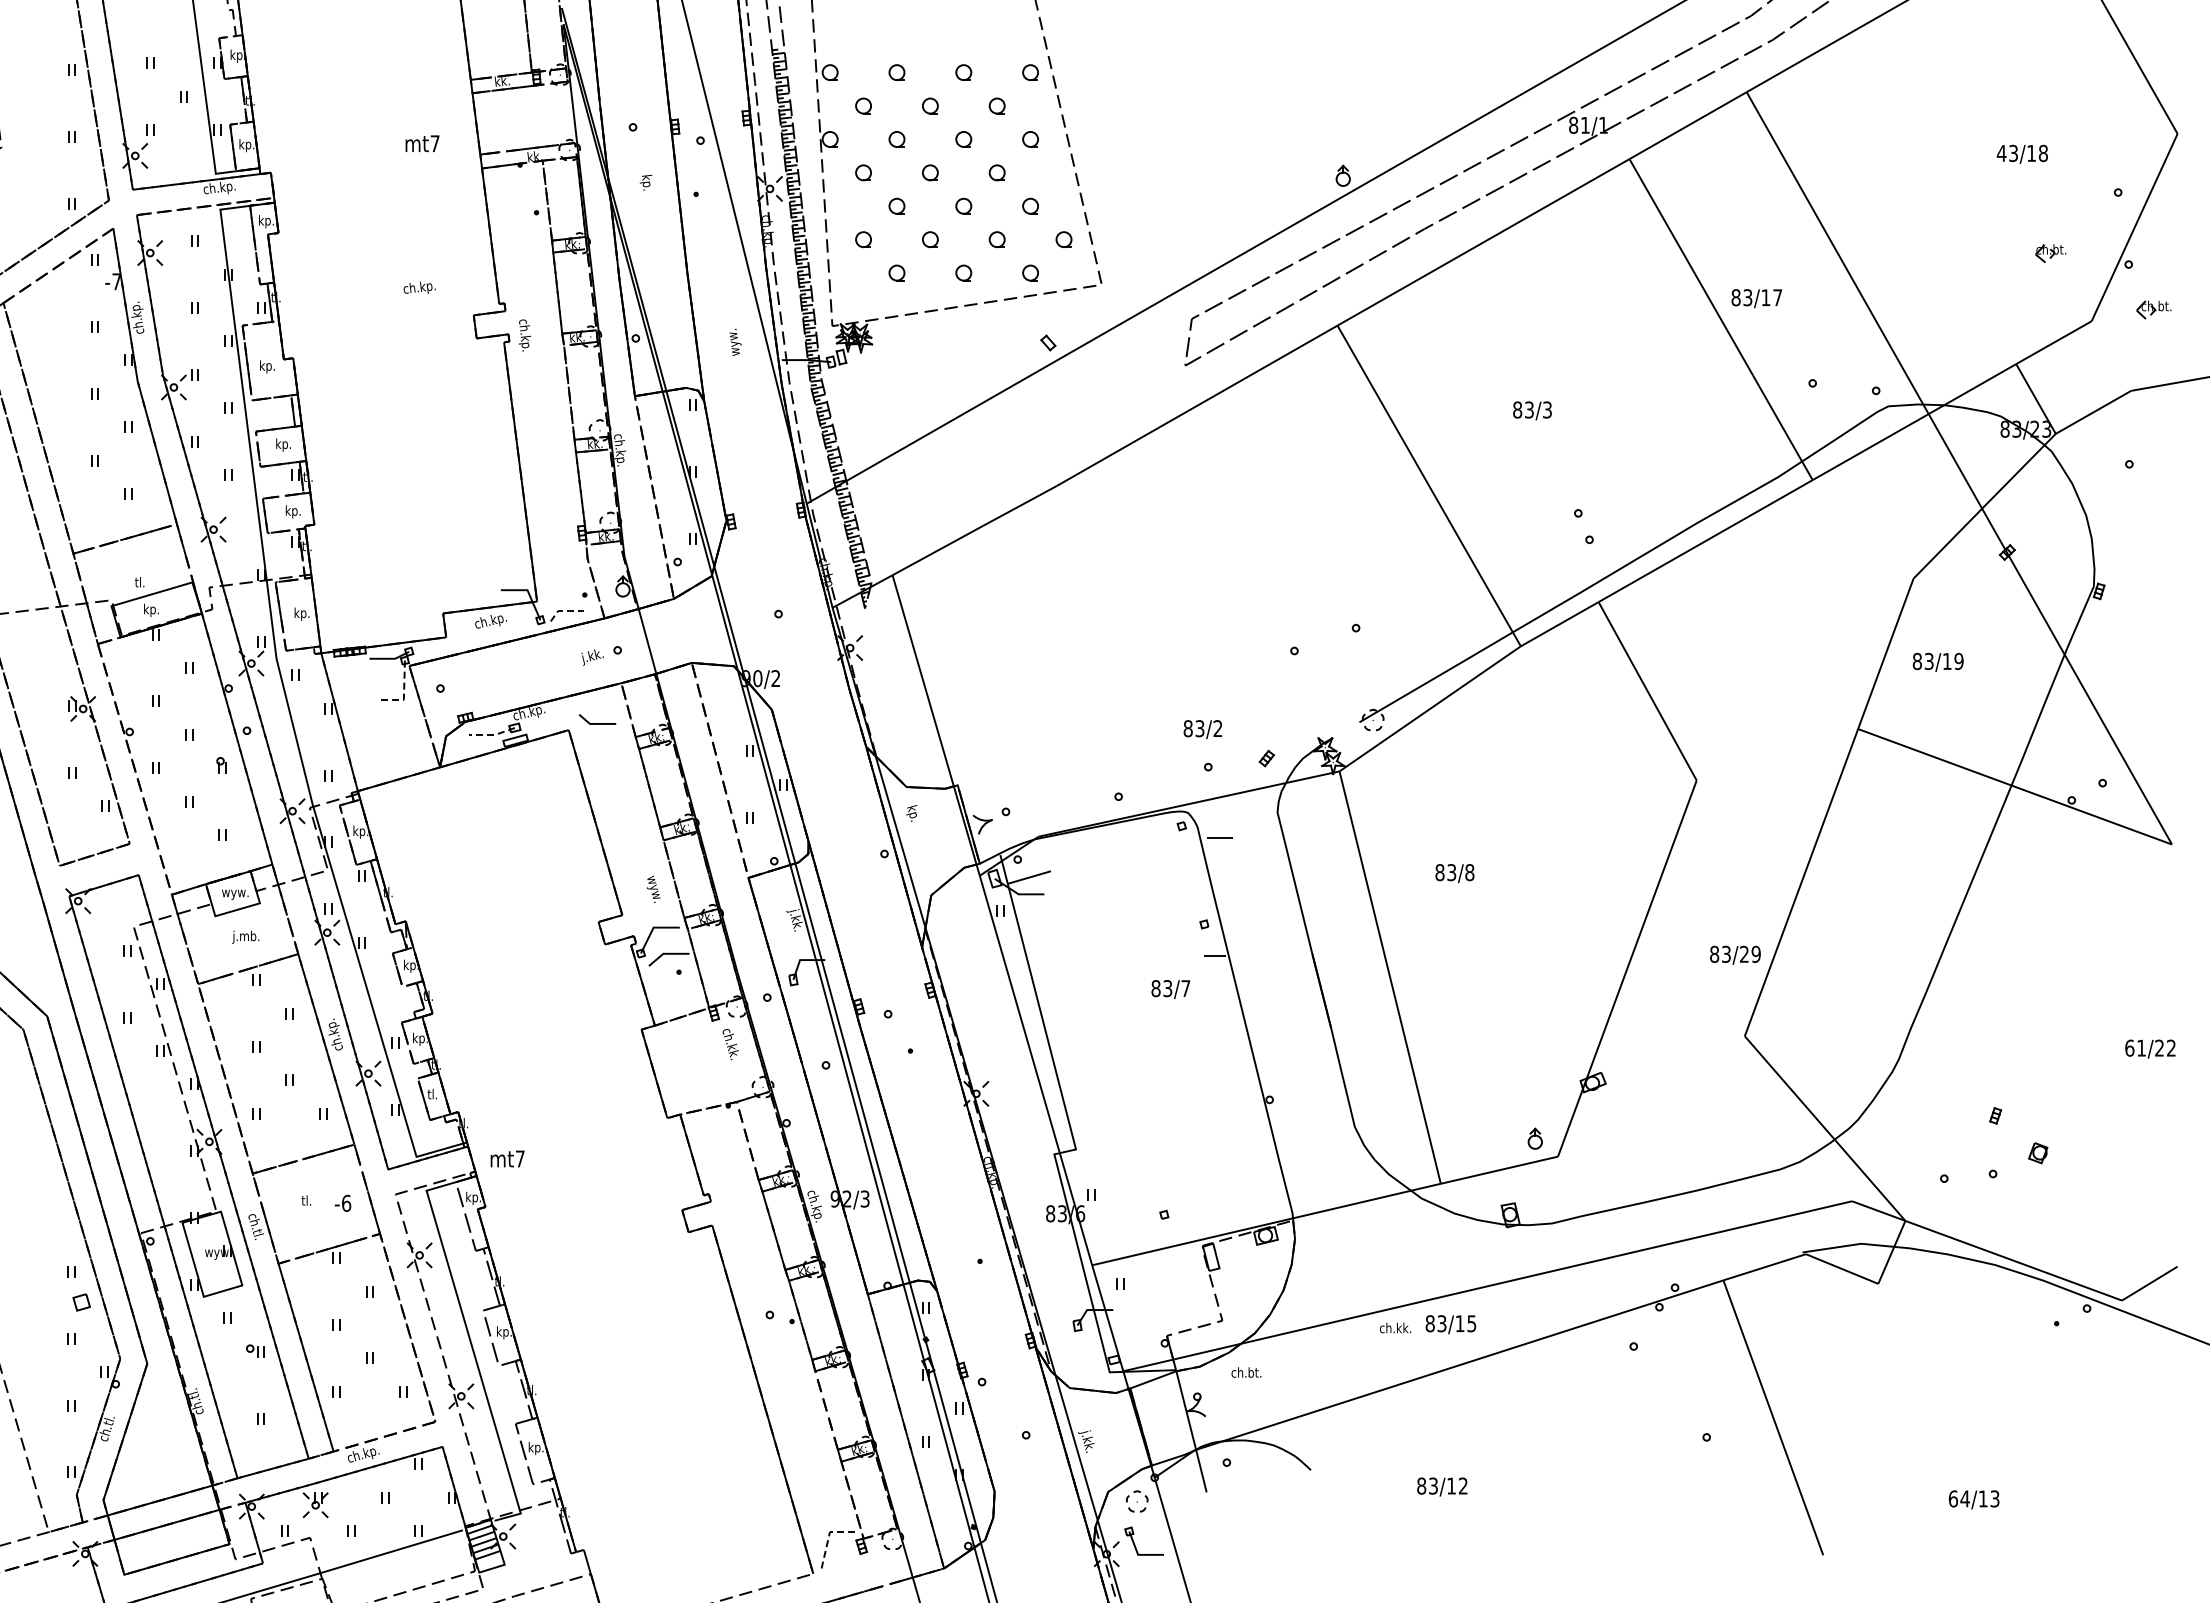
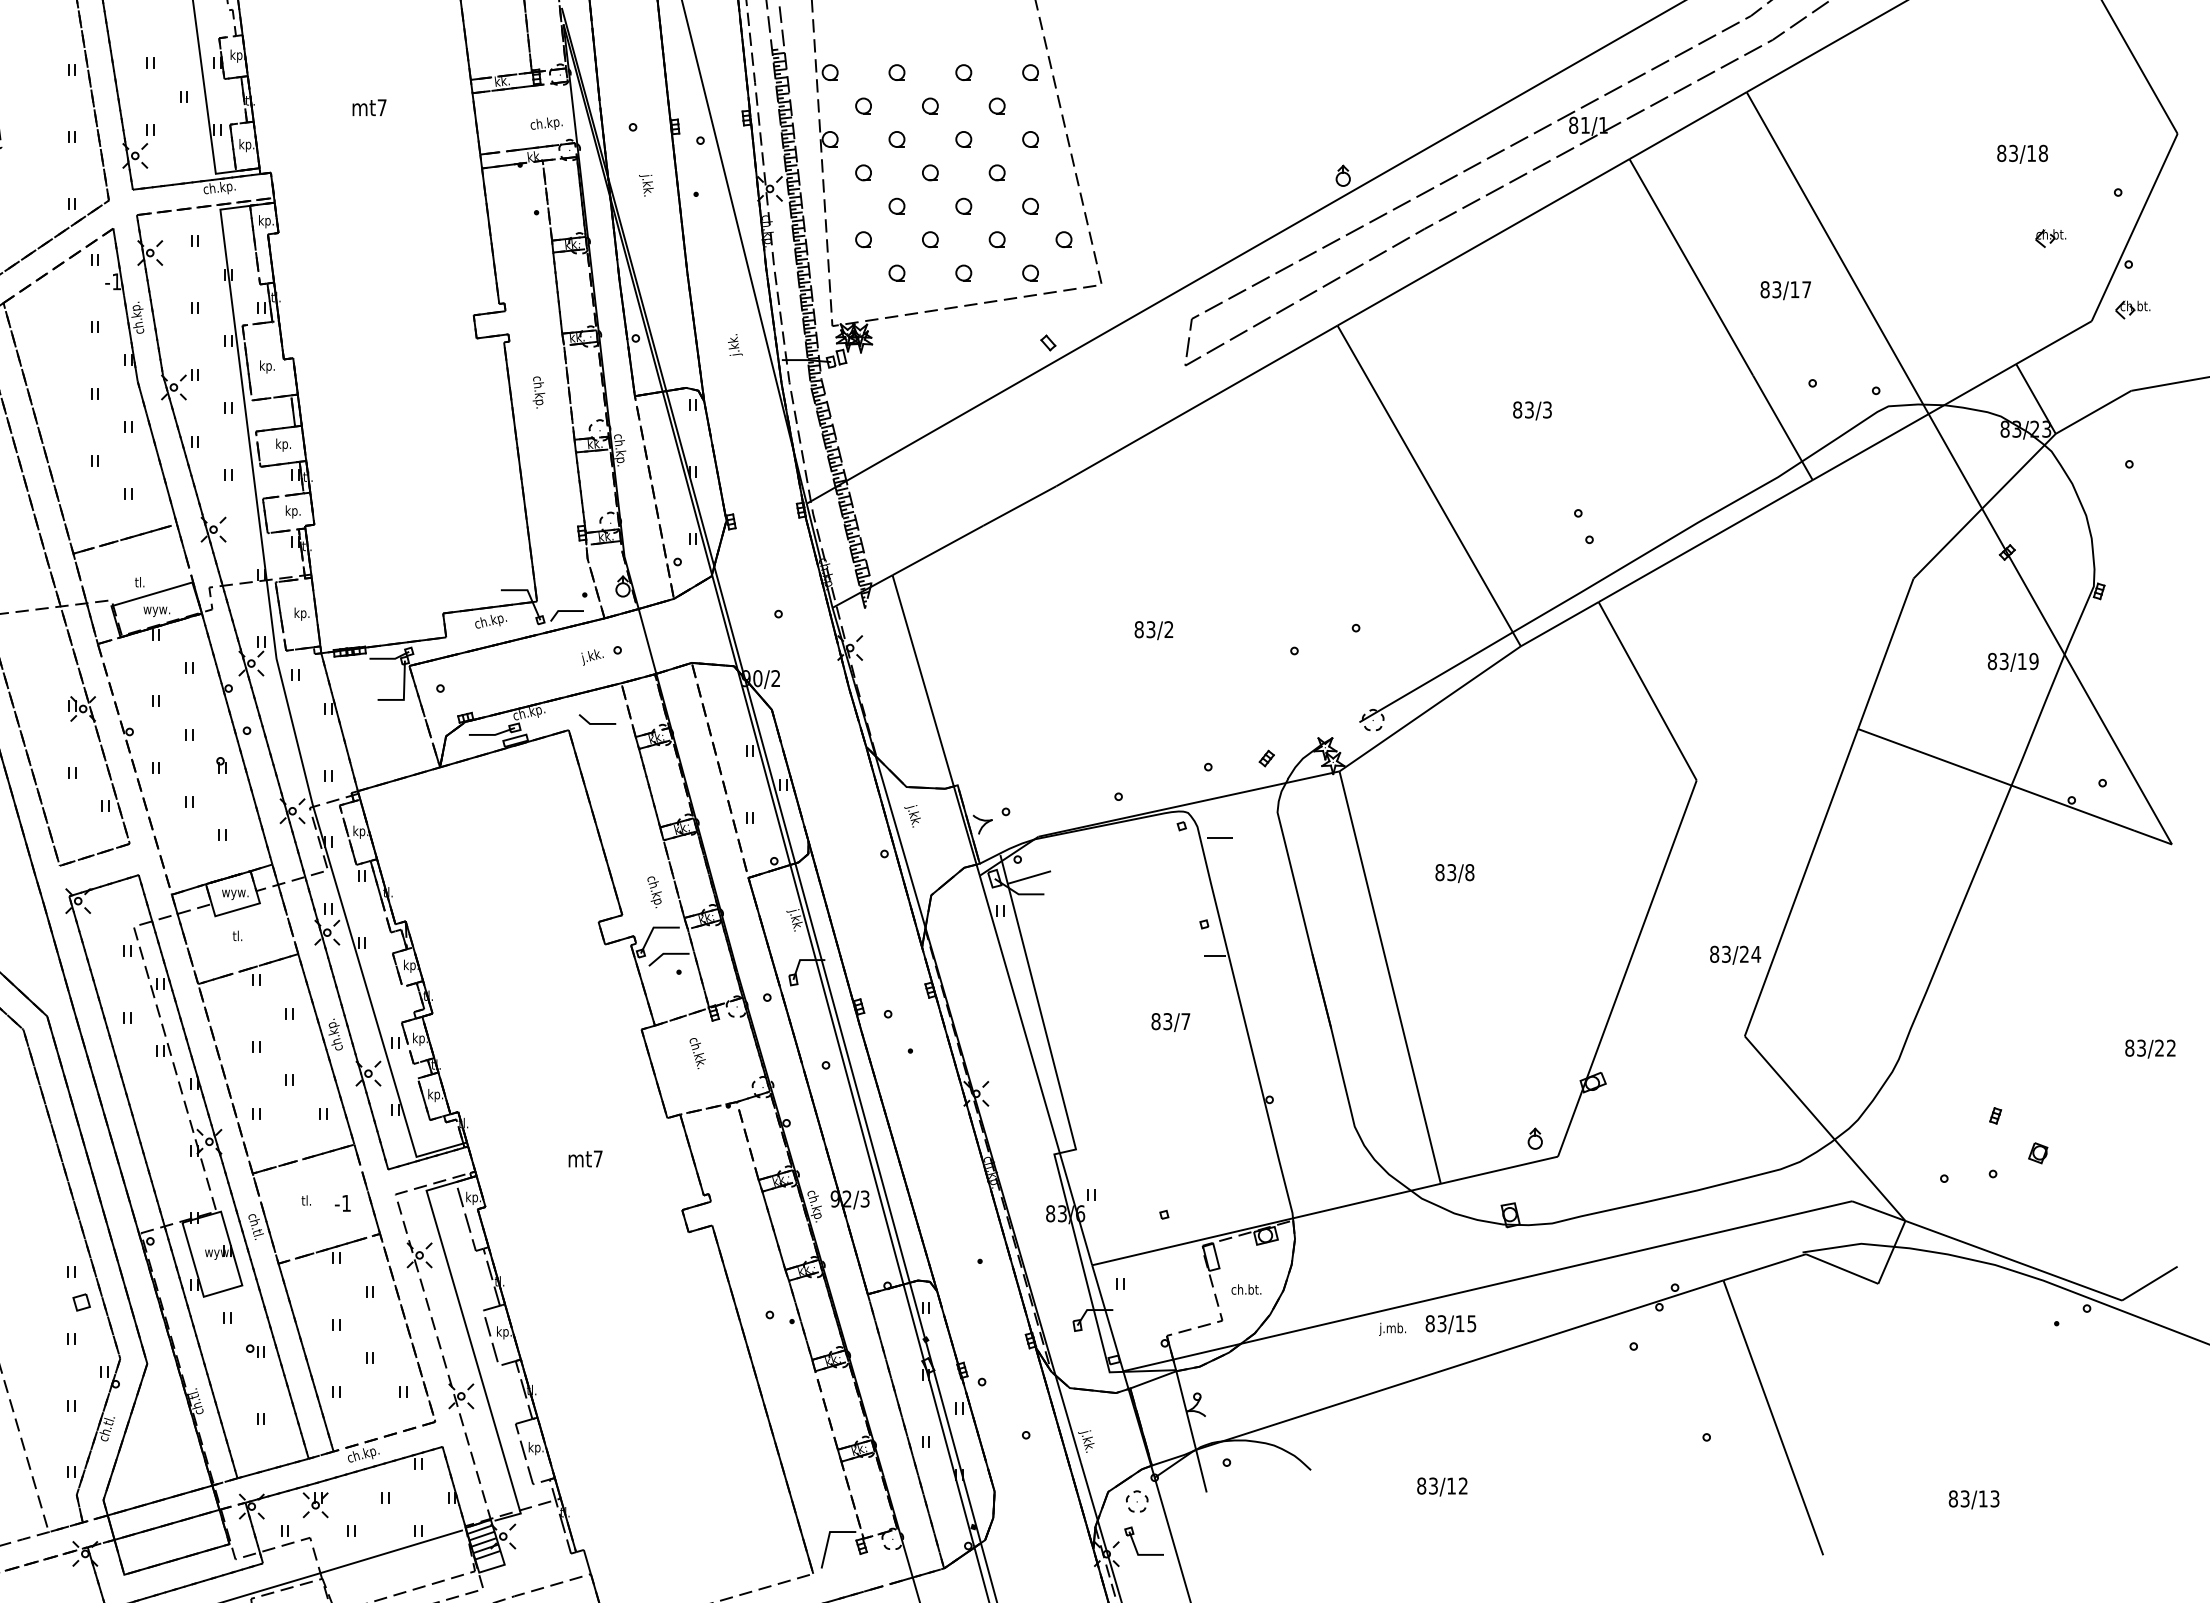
text at (422, 143) position: (422, 143) -> (369, 107)
text at (2001, 153): 43/18 -> 83/18
text at (646, 185): kp. -> j.kk.
part at (2050, 253) position: (2050, 253) -> (2050, 238)
text at (116, 281): -7 -> -1
text at (419, 287) position: (419, 287) -> (546, 123)
text at (1756, 298) position: (1756, 298) -> (1785, 290)
part at (2153, 309) position: (2153, 309) -> (2132, 309)
text at (524, 335) position: (524, 335) -> (538, 392)
text at (735, 341): wyw. -> j.kk.
text at (156, 610): kp. -> wyw.
line at (564, 611): dashed -> solid
text at (1937, 661) position: (1937, 661) -> (2012, 661)
line at (404, 694): dashed -> solid
text at (1202, 729) position: (1202, 729) -> (1153, 630)
line at (492, 734): dashed -> solid
text at (912, 816): kp. -> j.kk.
text at (653, 891): wyw. -> ch.kp.
text at (245, 936): j.mb. -> tl.
text at (1756, 953): 83/29 -> 83/24
text at (1170, 989) position: (1170, 989) -> (1170, 1022)
text at (730, 1044) position: (730, 1044) -> (697, 1053)
text at (2135, 1047): 61/22 -> 83/22
text at (435, 1095): tl. -> kp.
text at (507, 1158) position: (507, 1158) -> (585, 1158)
text at (346, 1202): -6 -> -1
text at (1395, 1328): ch.kk. -> j.mb.
text at (1246, 1372) position: (1246, 1372) -> (1246, 1289)
text at (1959, 1498): 64/13 -> 83/13
line at (828, 1536): dashed -> solid
